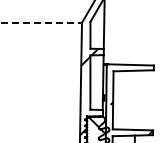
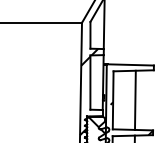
line at (41, 22): dashed -> solid
line at (134, 99): none -> present
